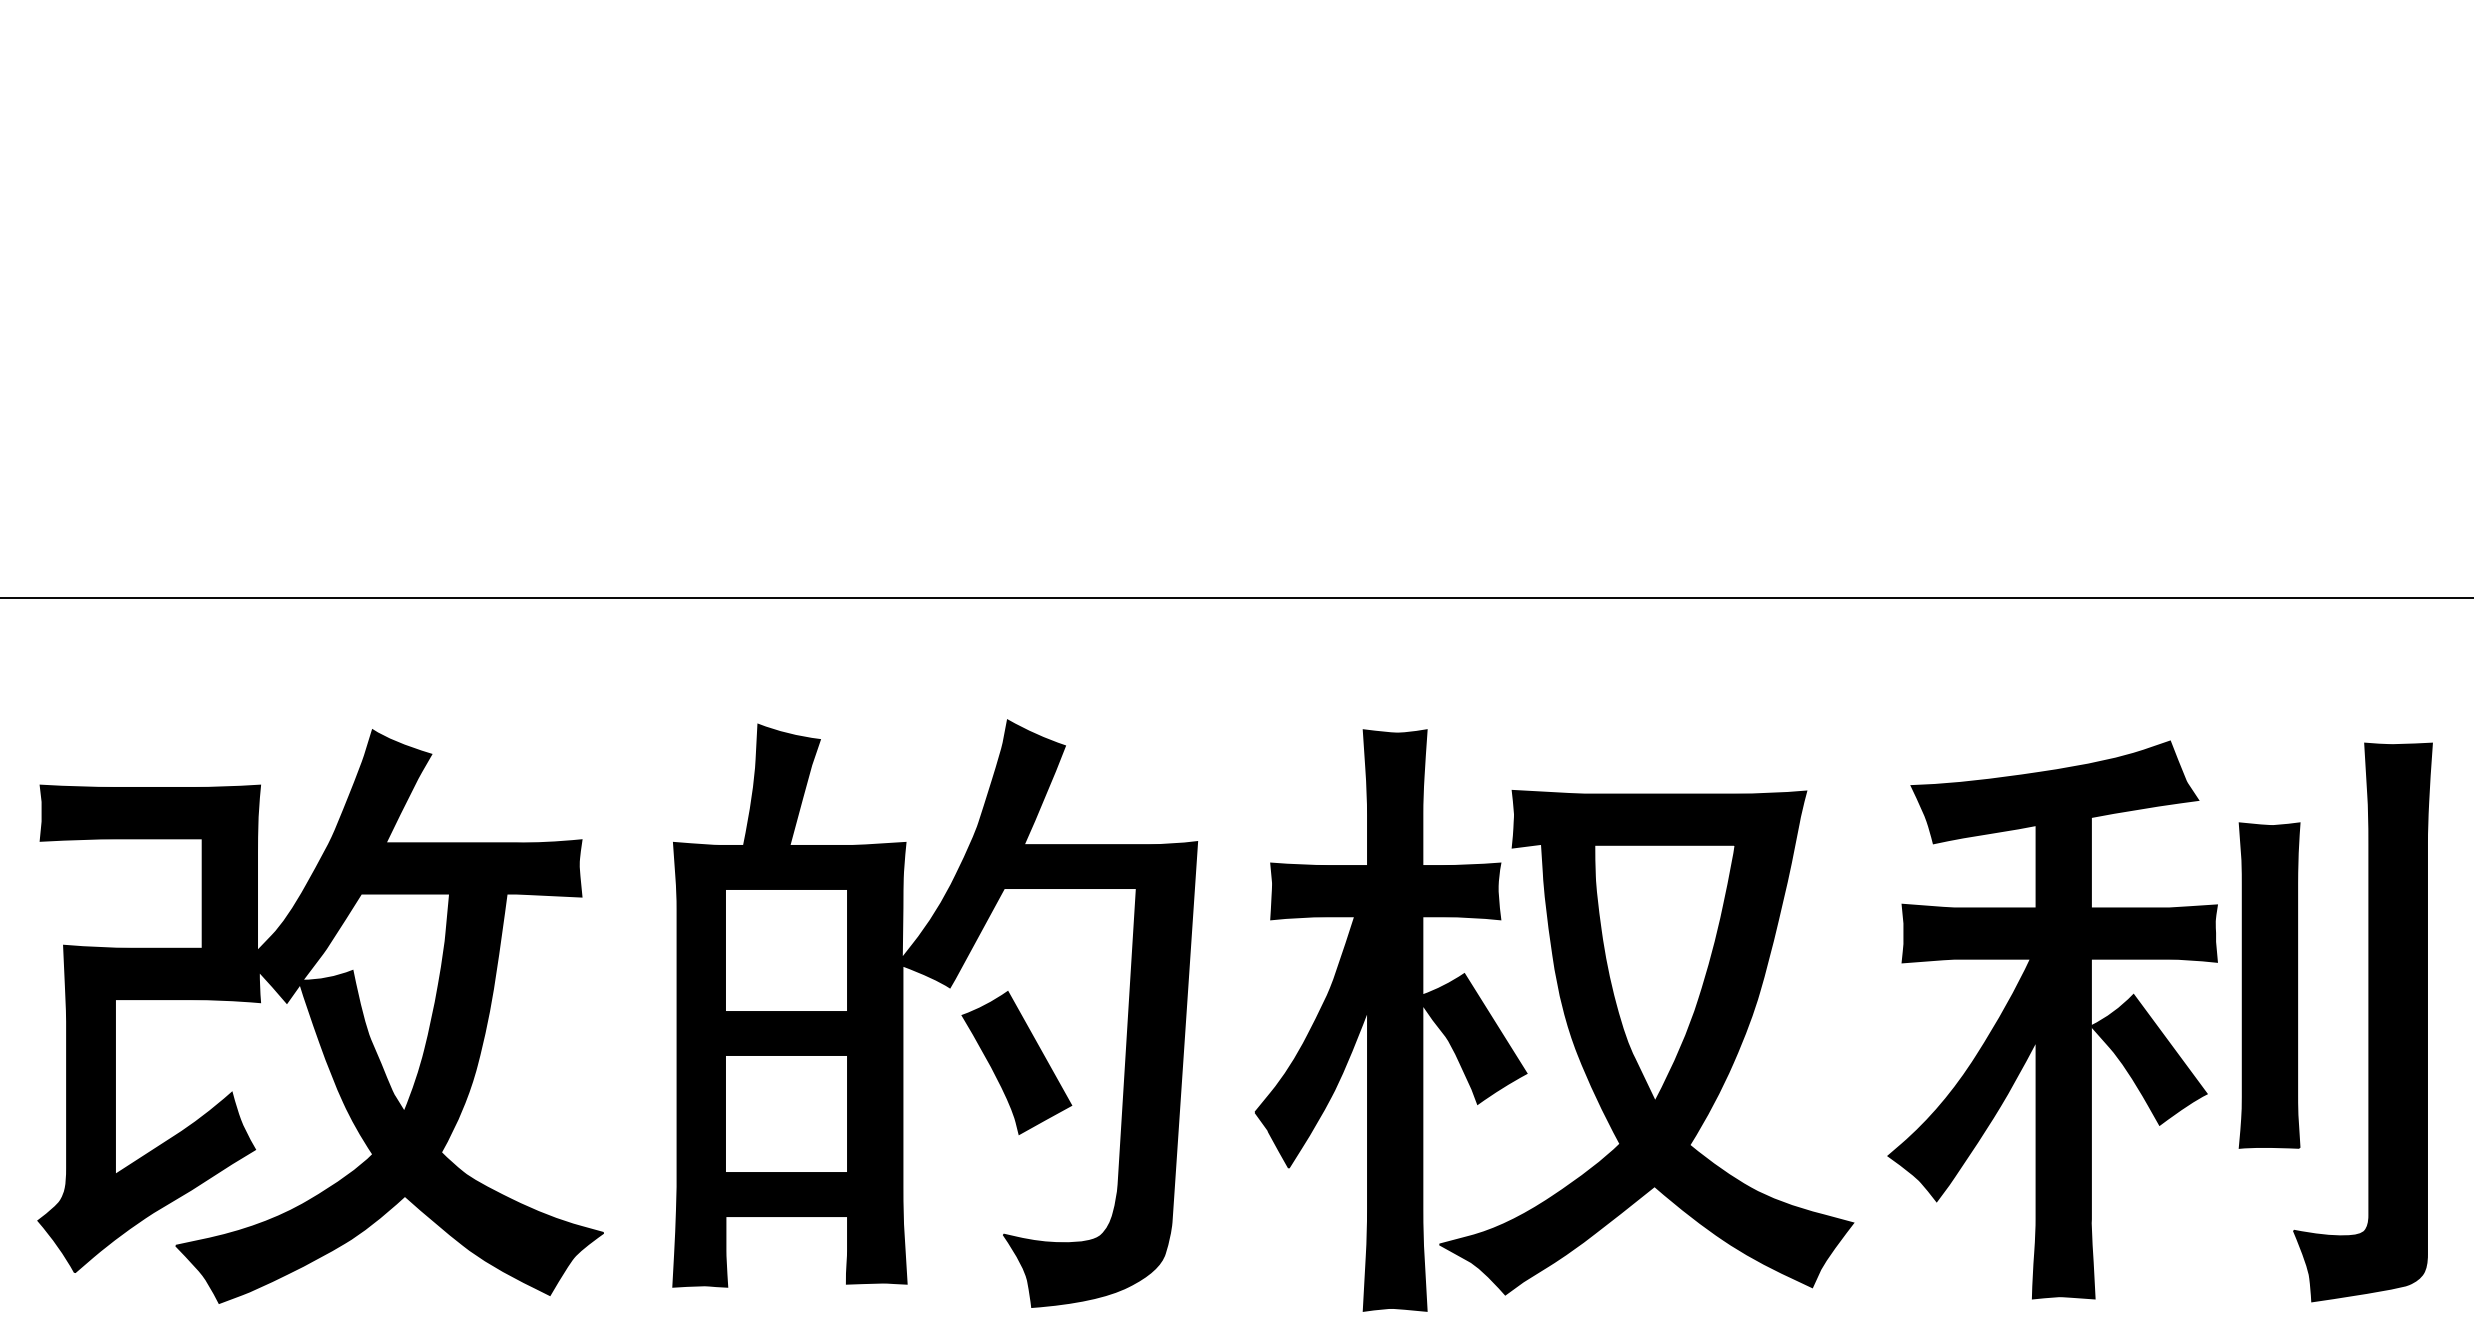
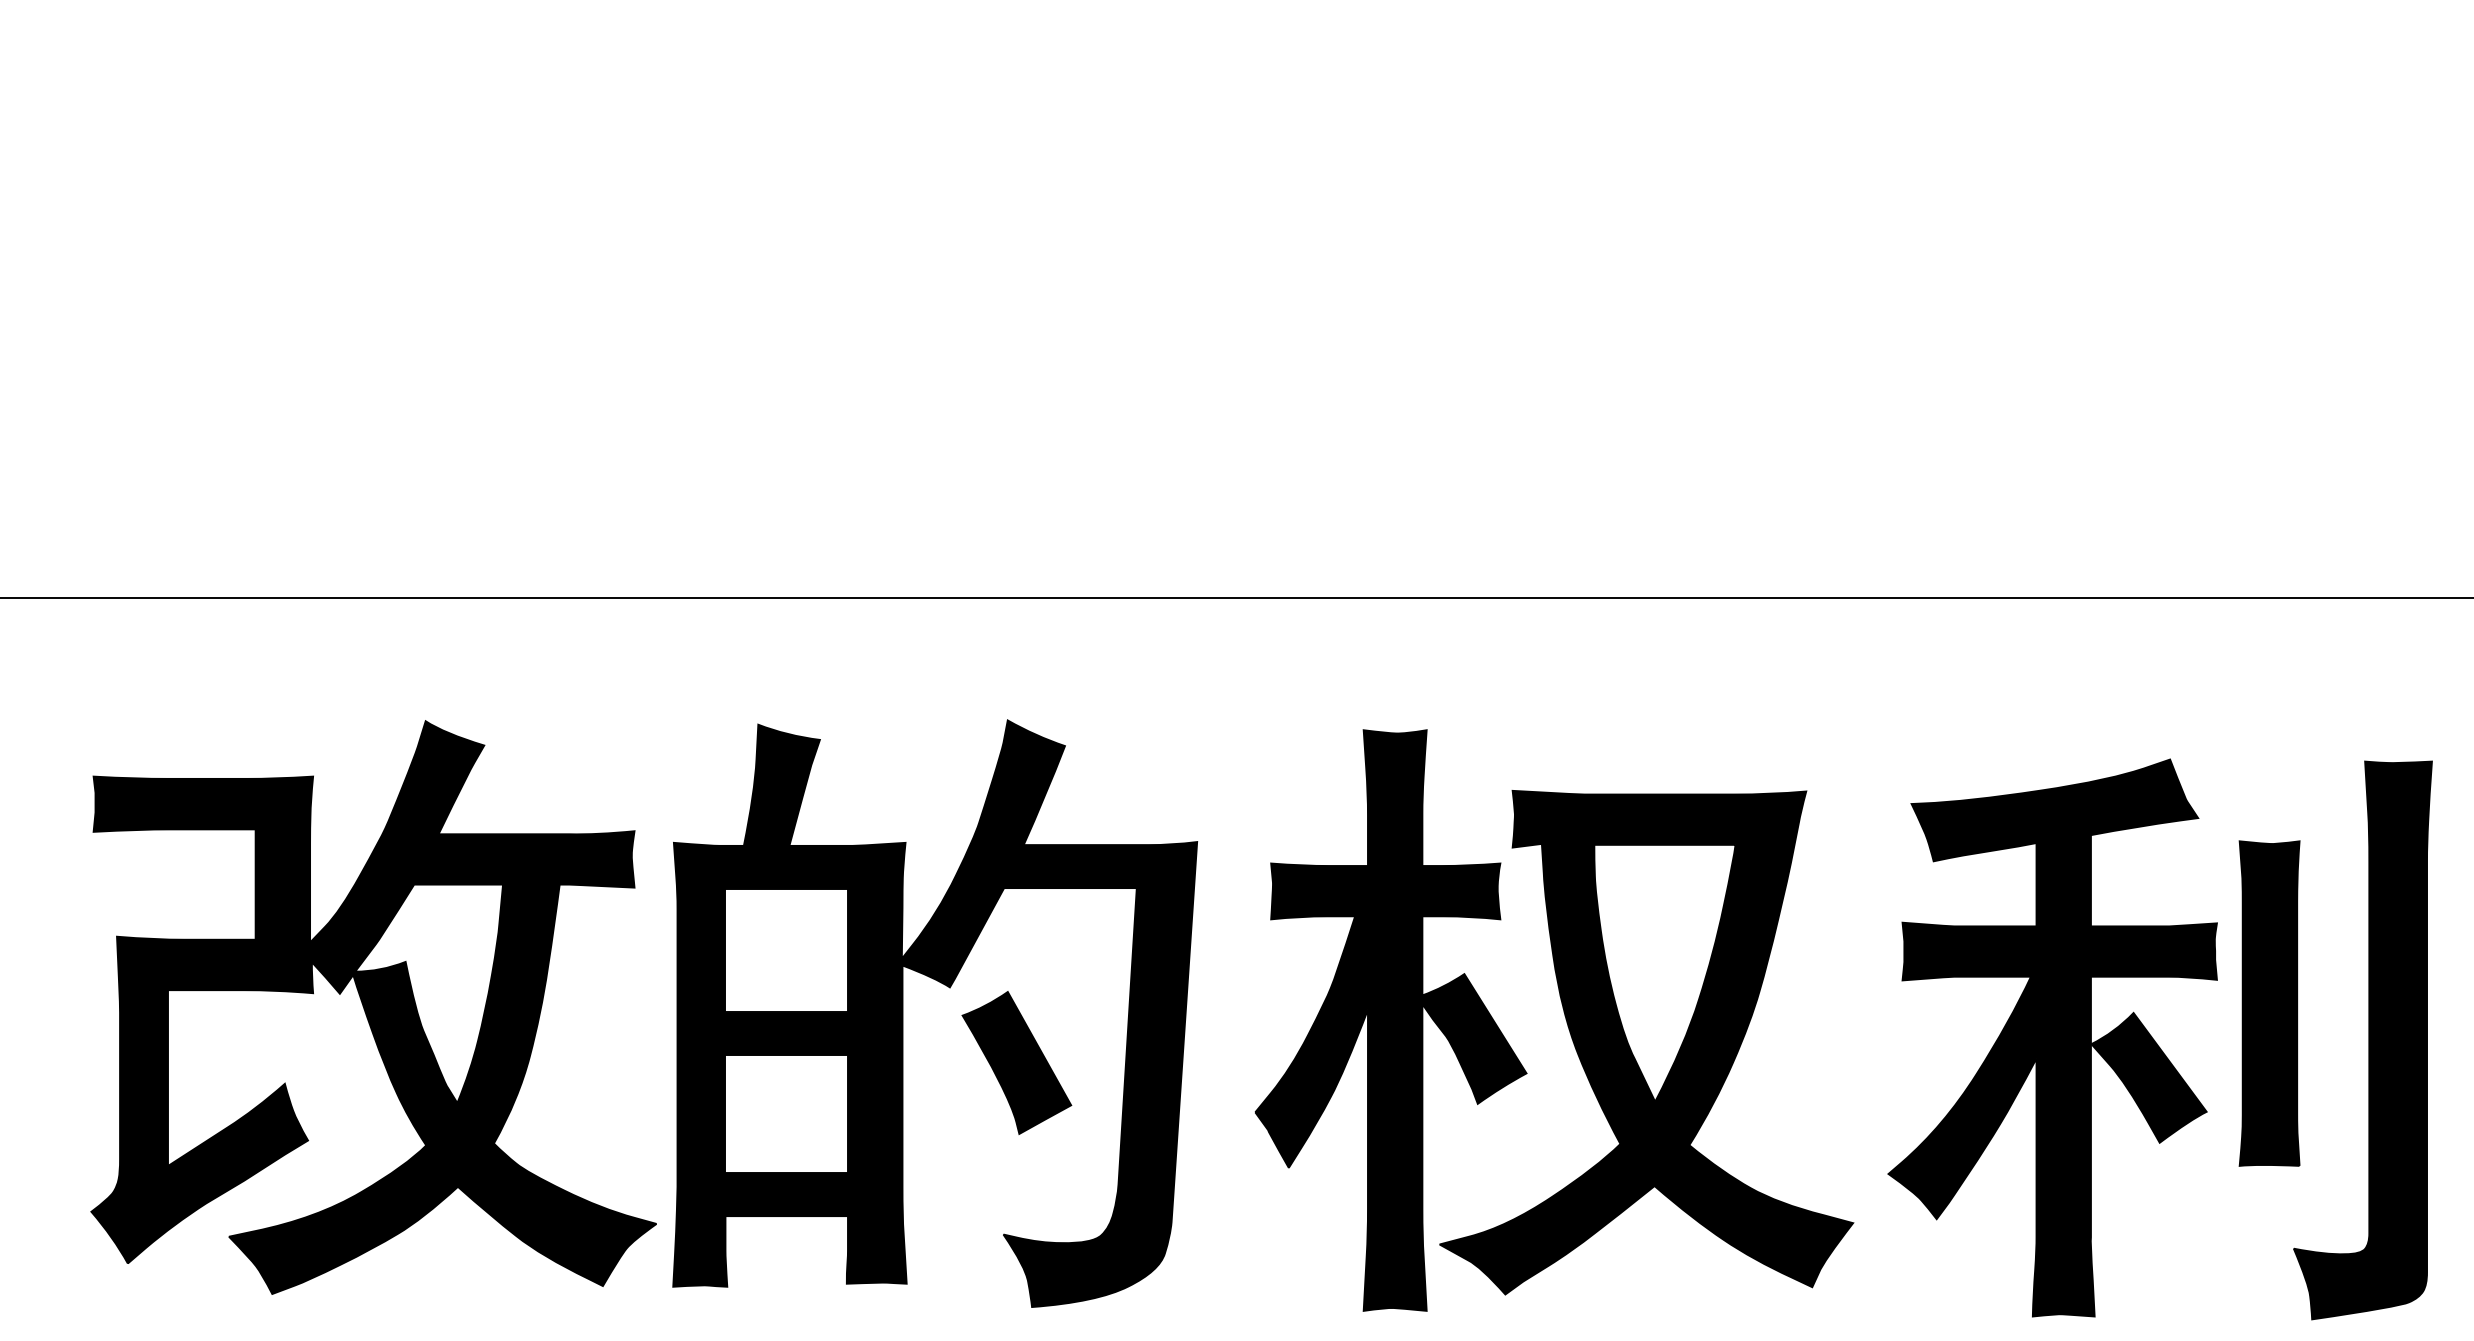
part at (320, 1016) position: (320, 1016) -> (373, 1007)
part at (2159, 1021) position: (2159, 1021) -> (2159, 1039)
